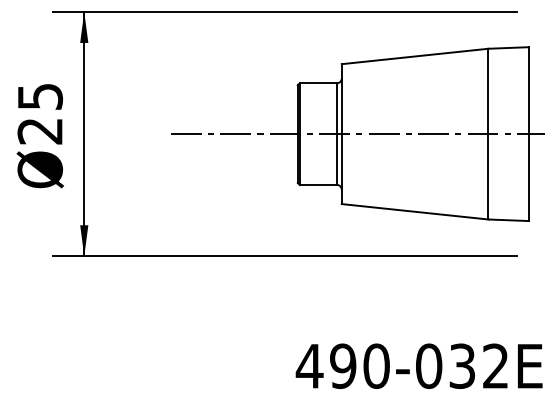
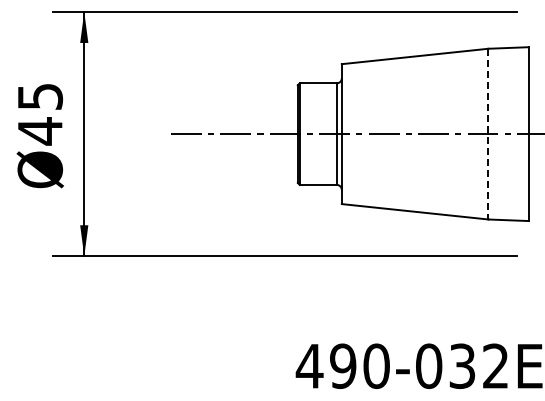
text at (39, 131): Ø25 -> Ø45
line at (488, 134): solid -> dashed
